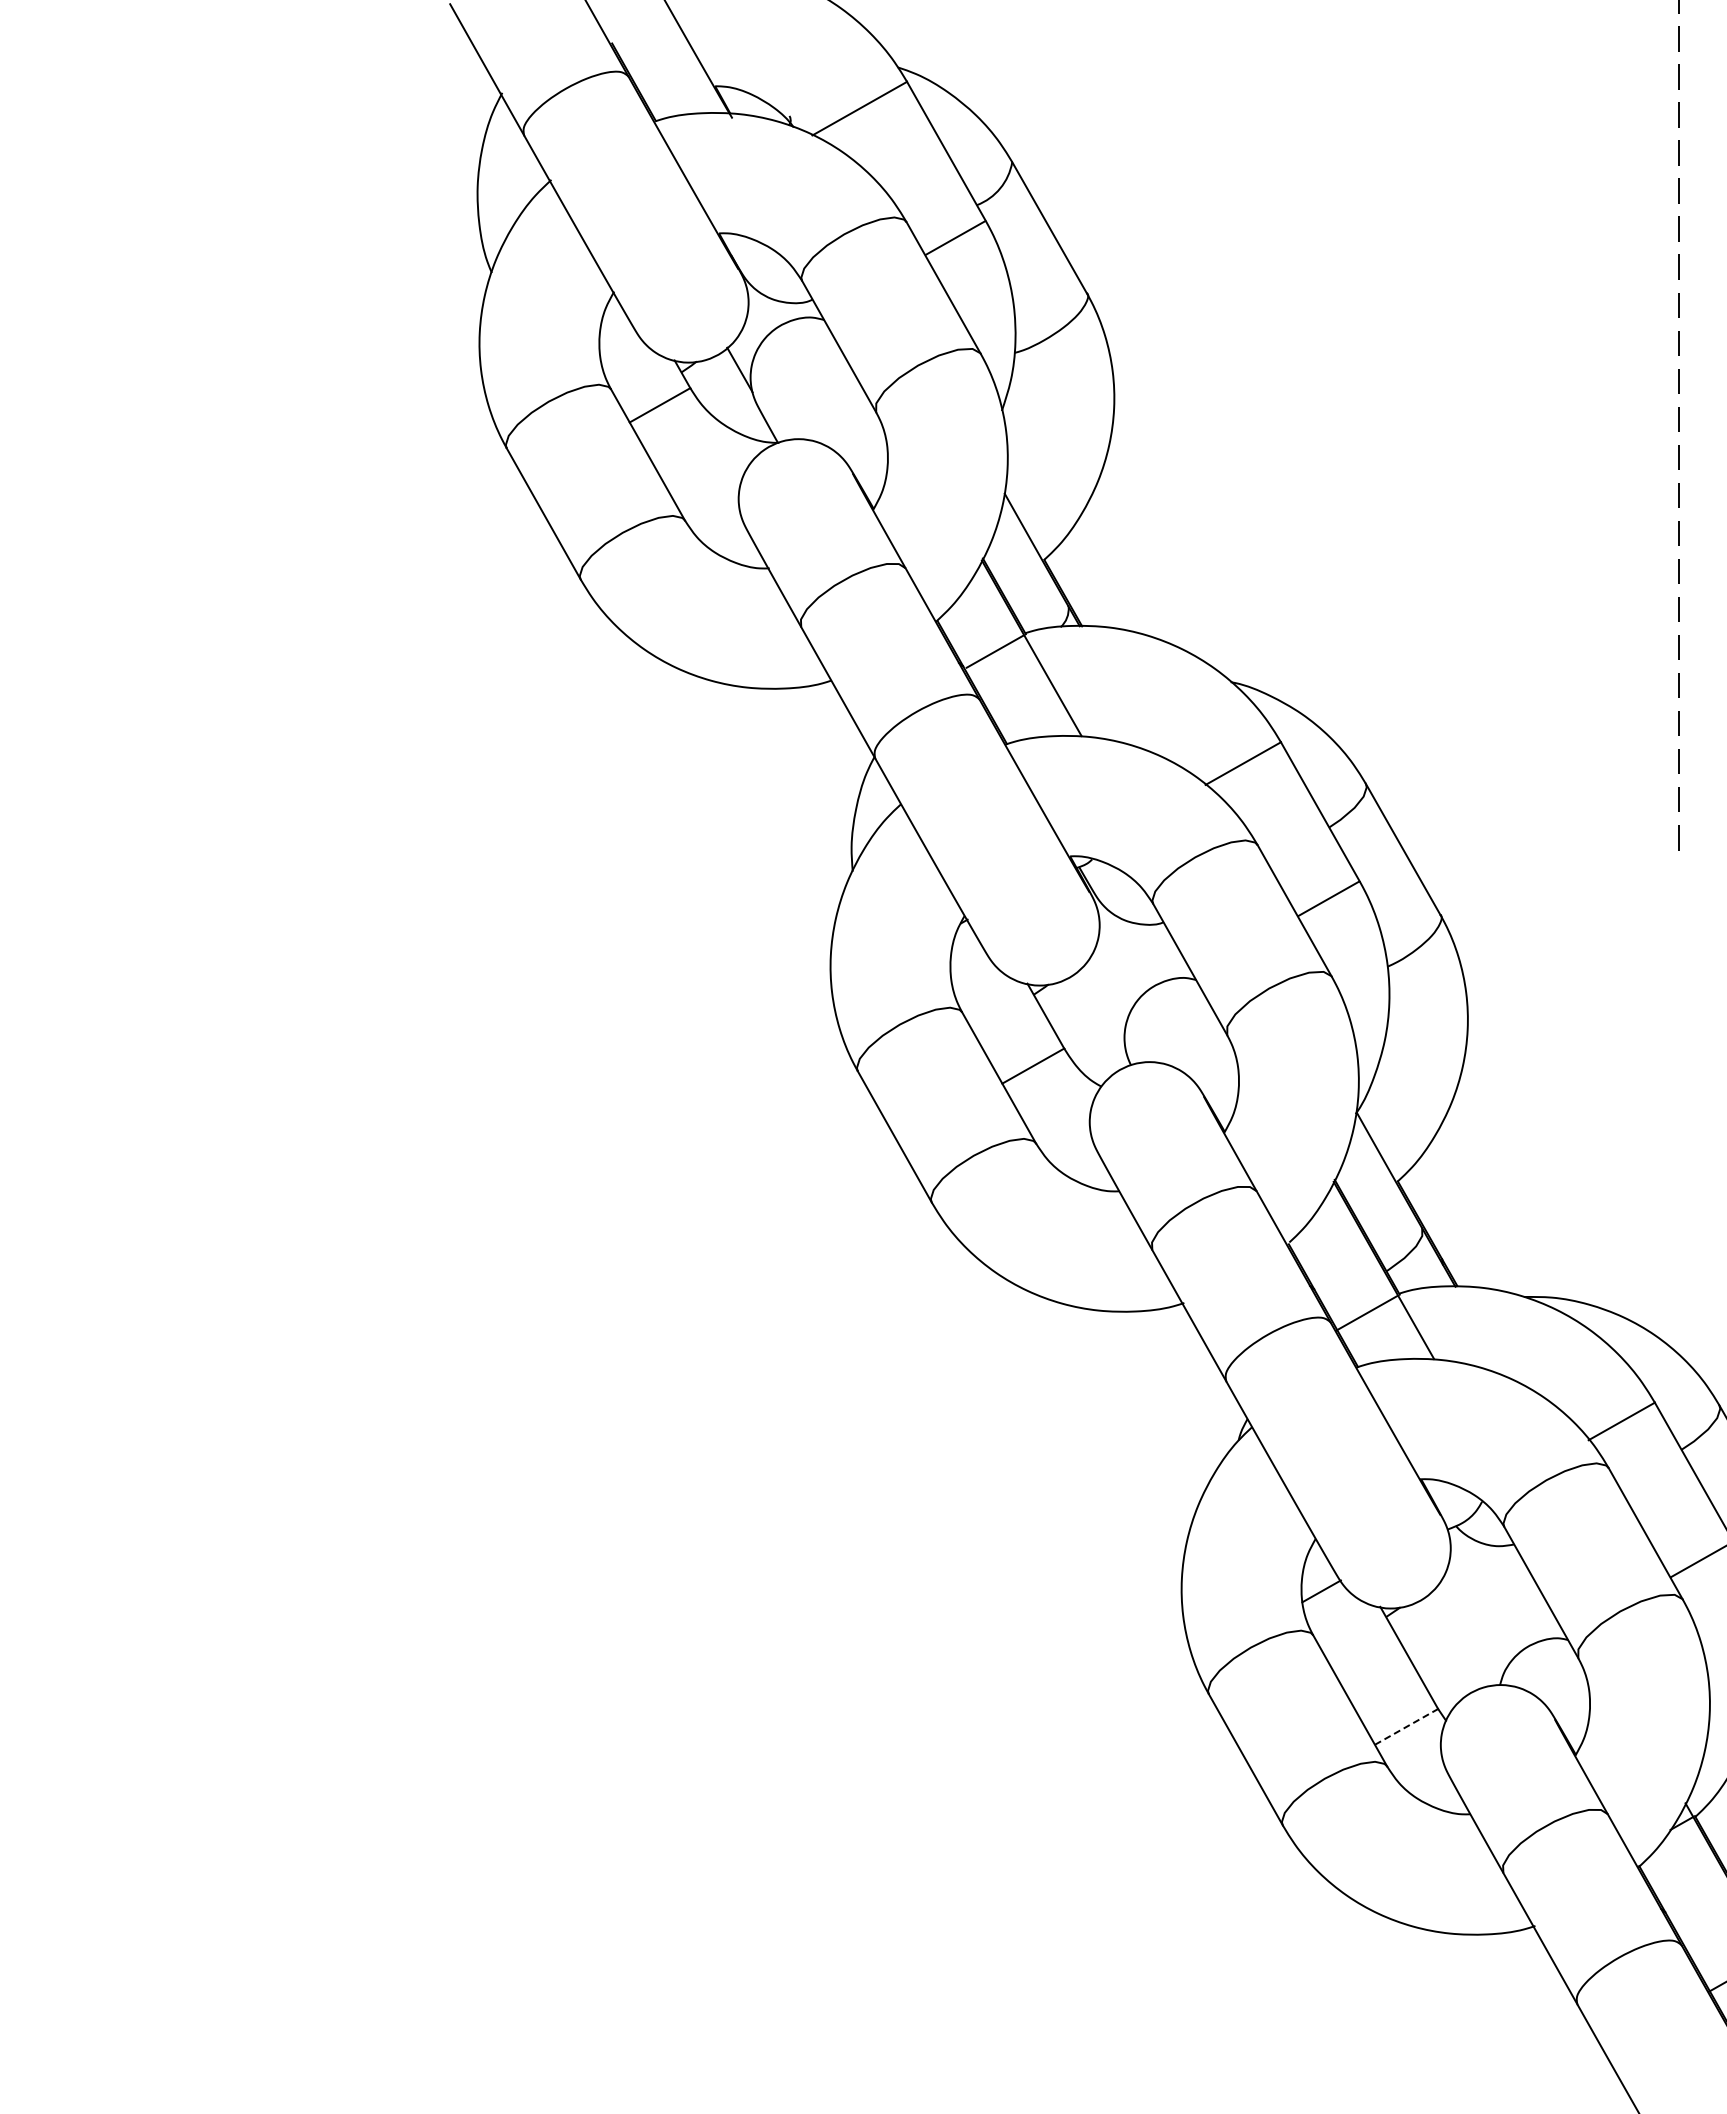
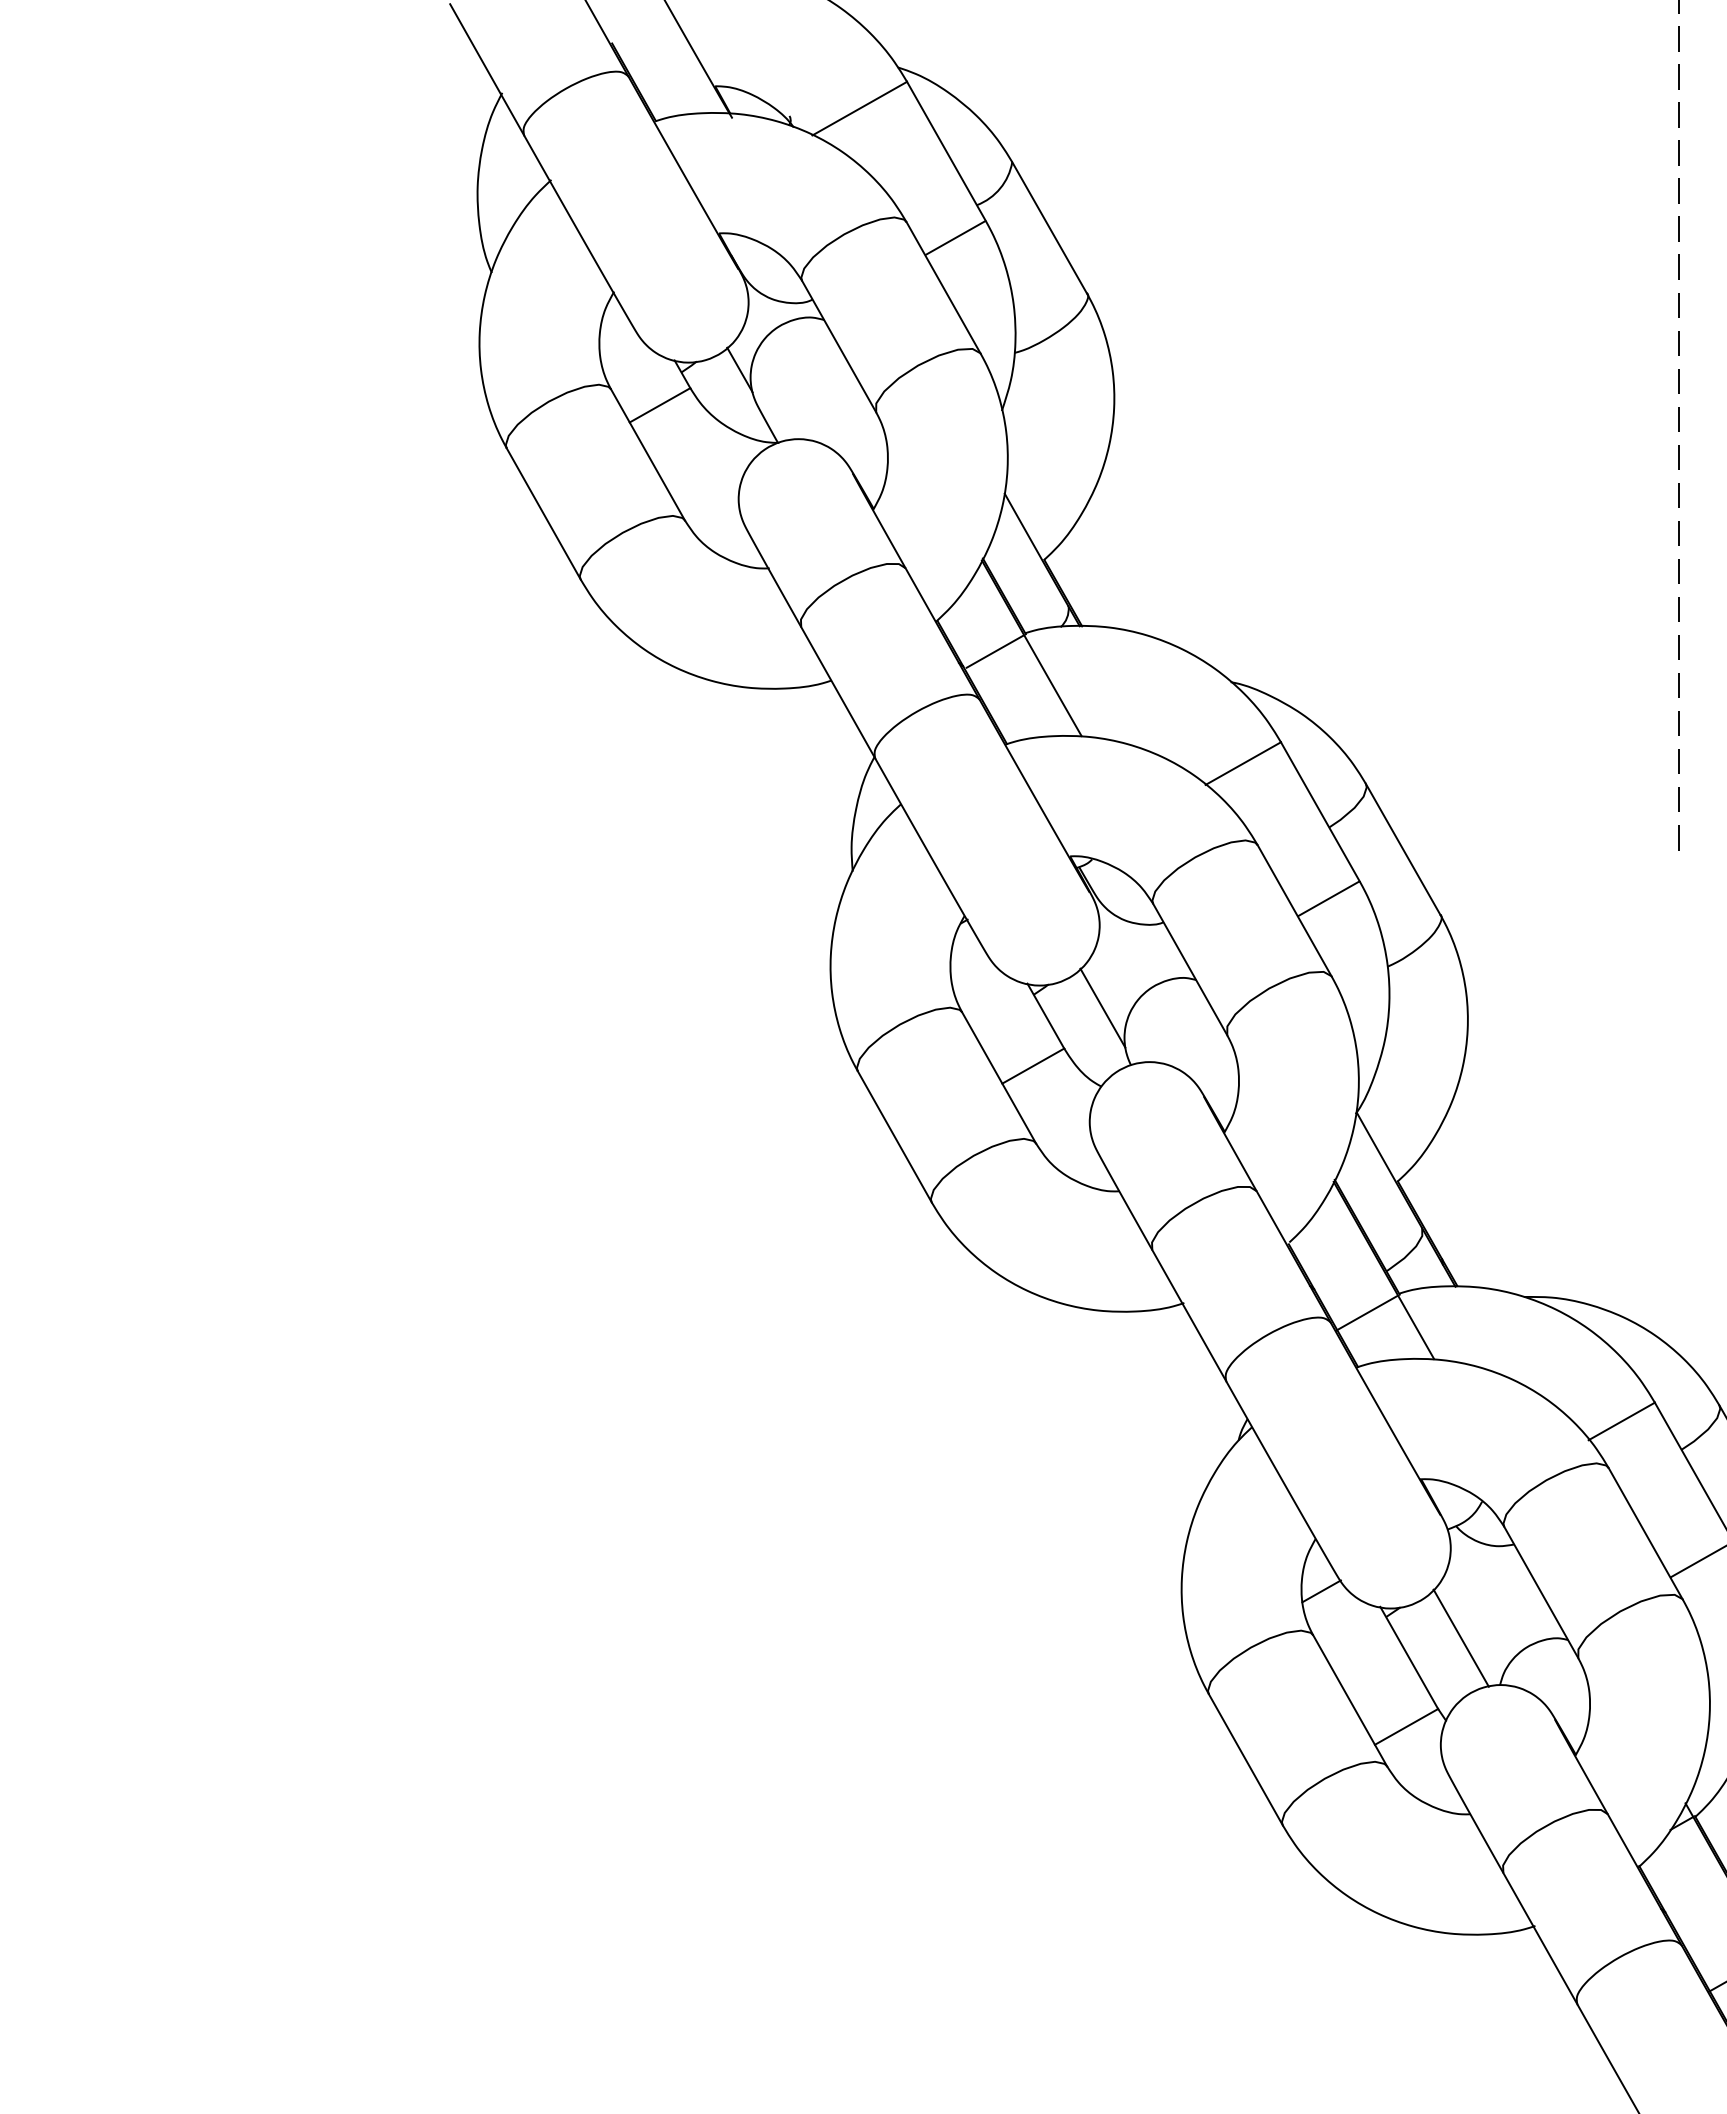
line at (1102, 1007): none -> present
line at (1460, 1637): none -> present
line at (1406, 1726): dashed -> solid
